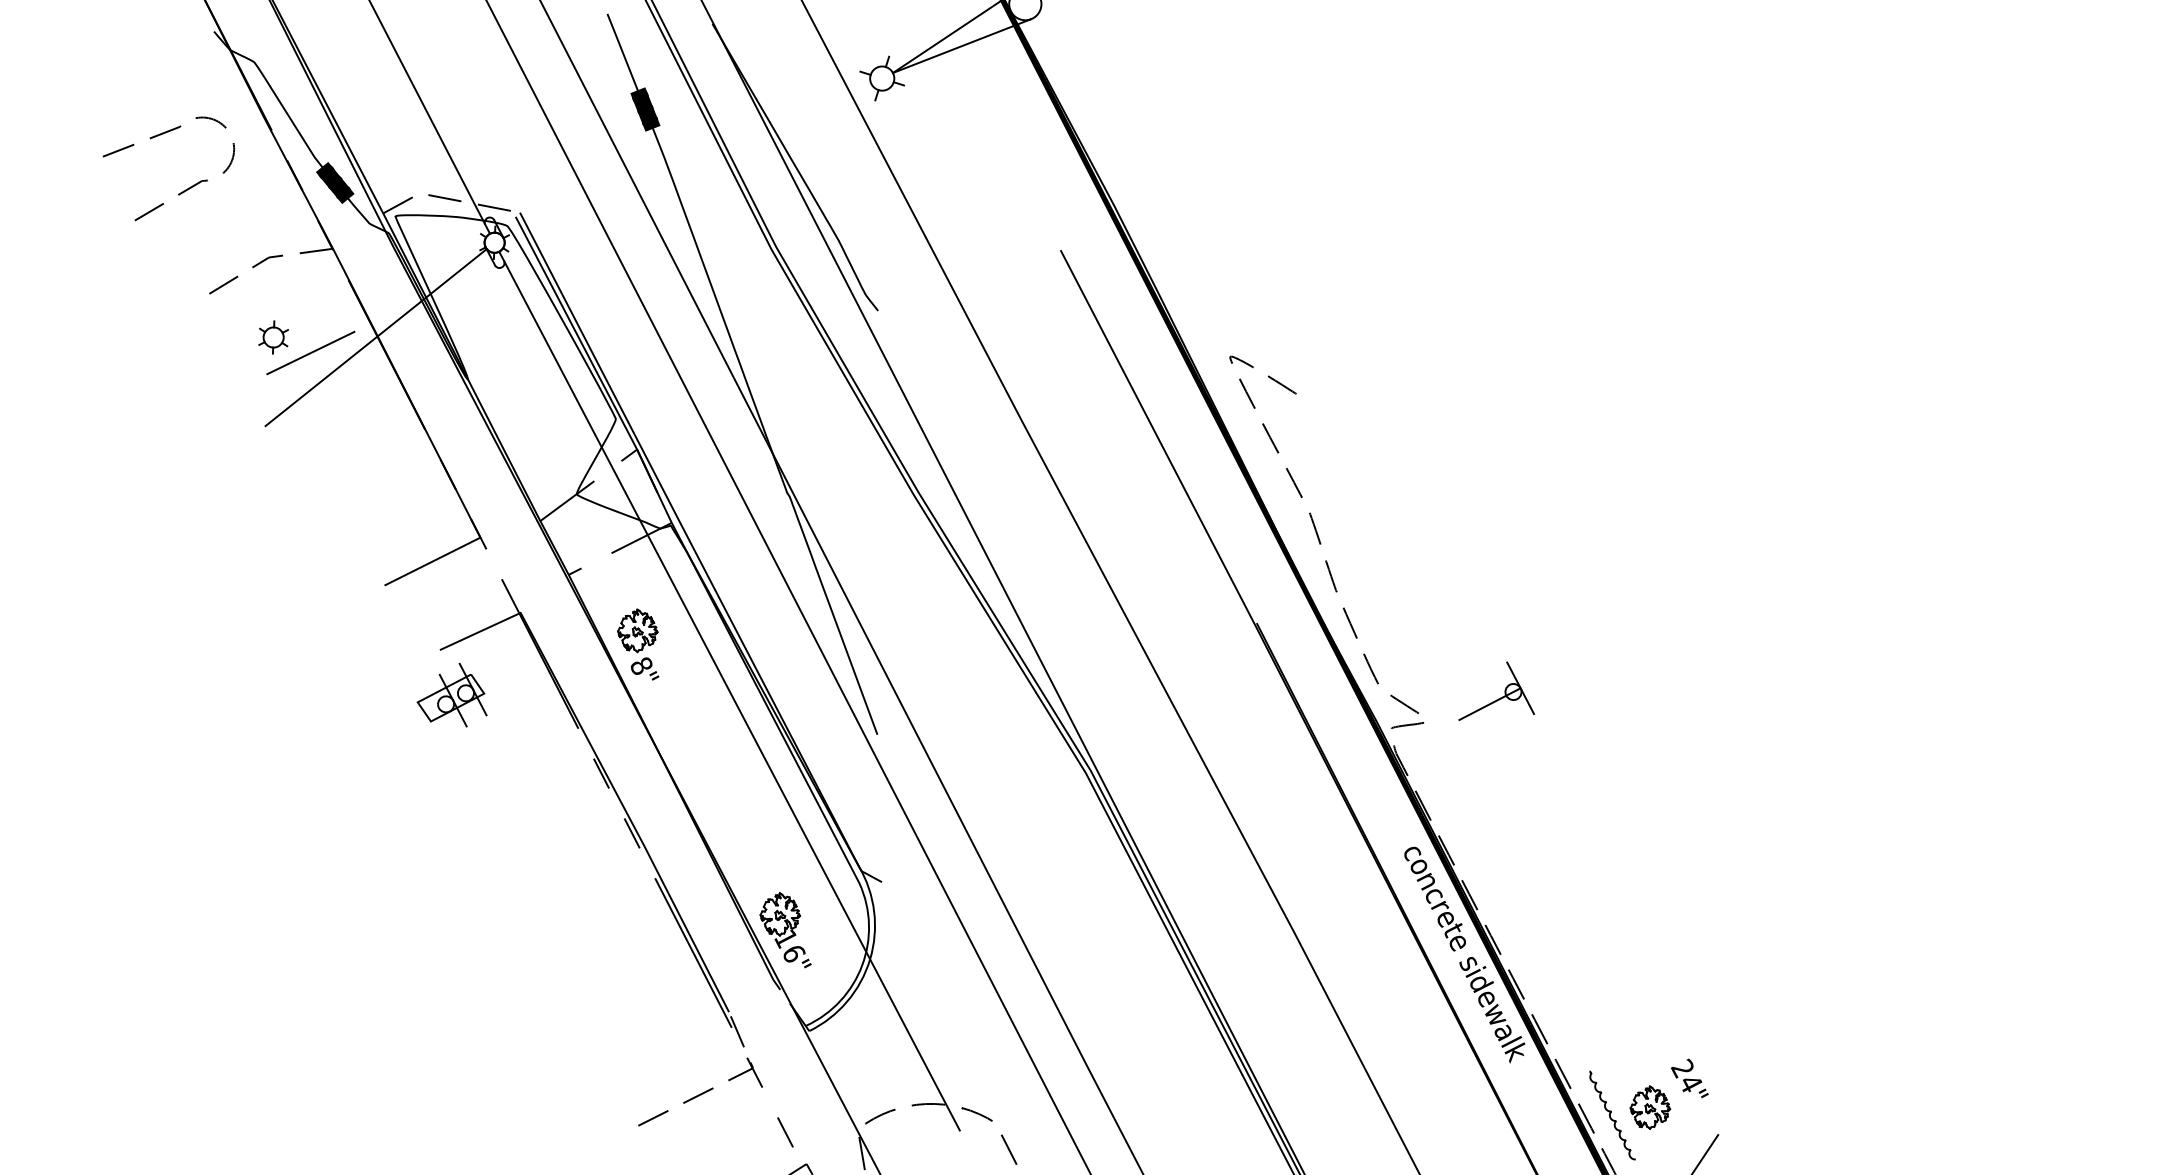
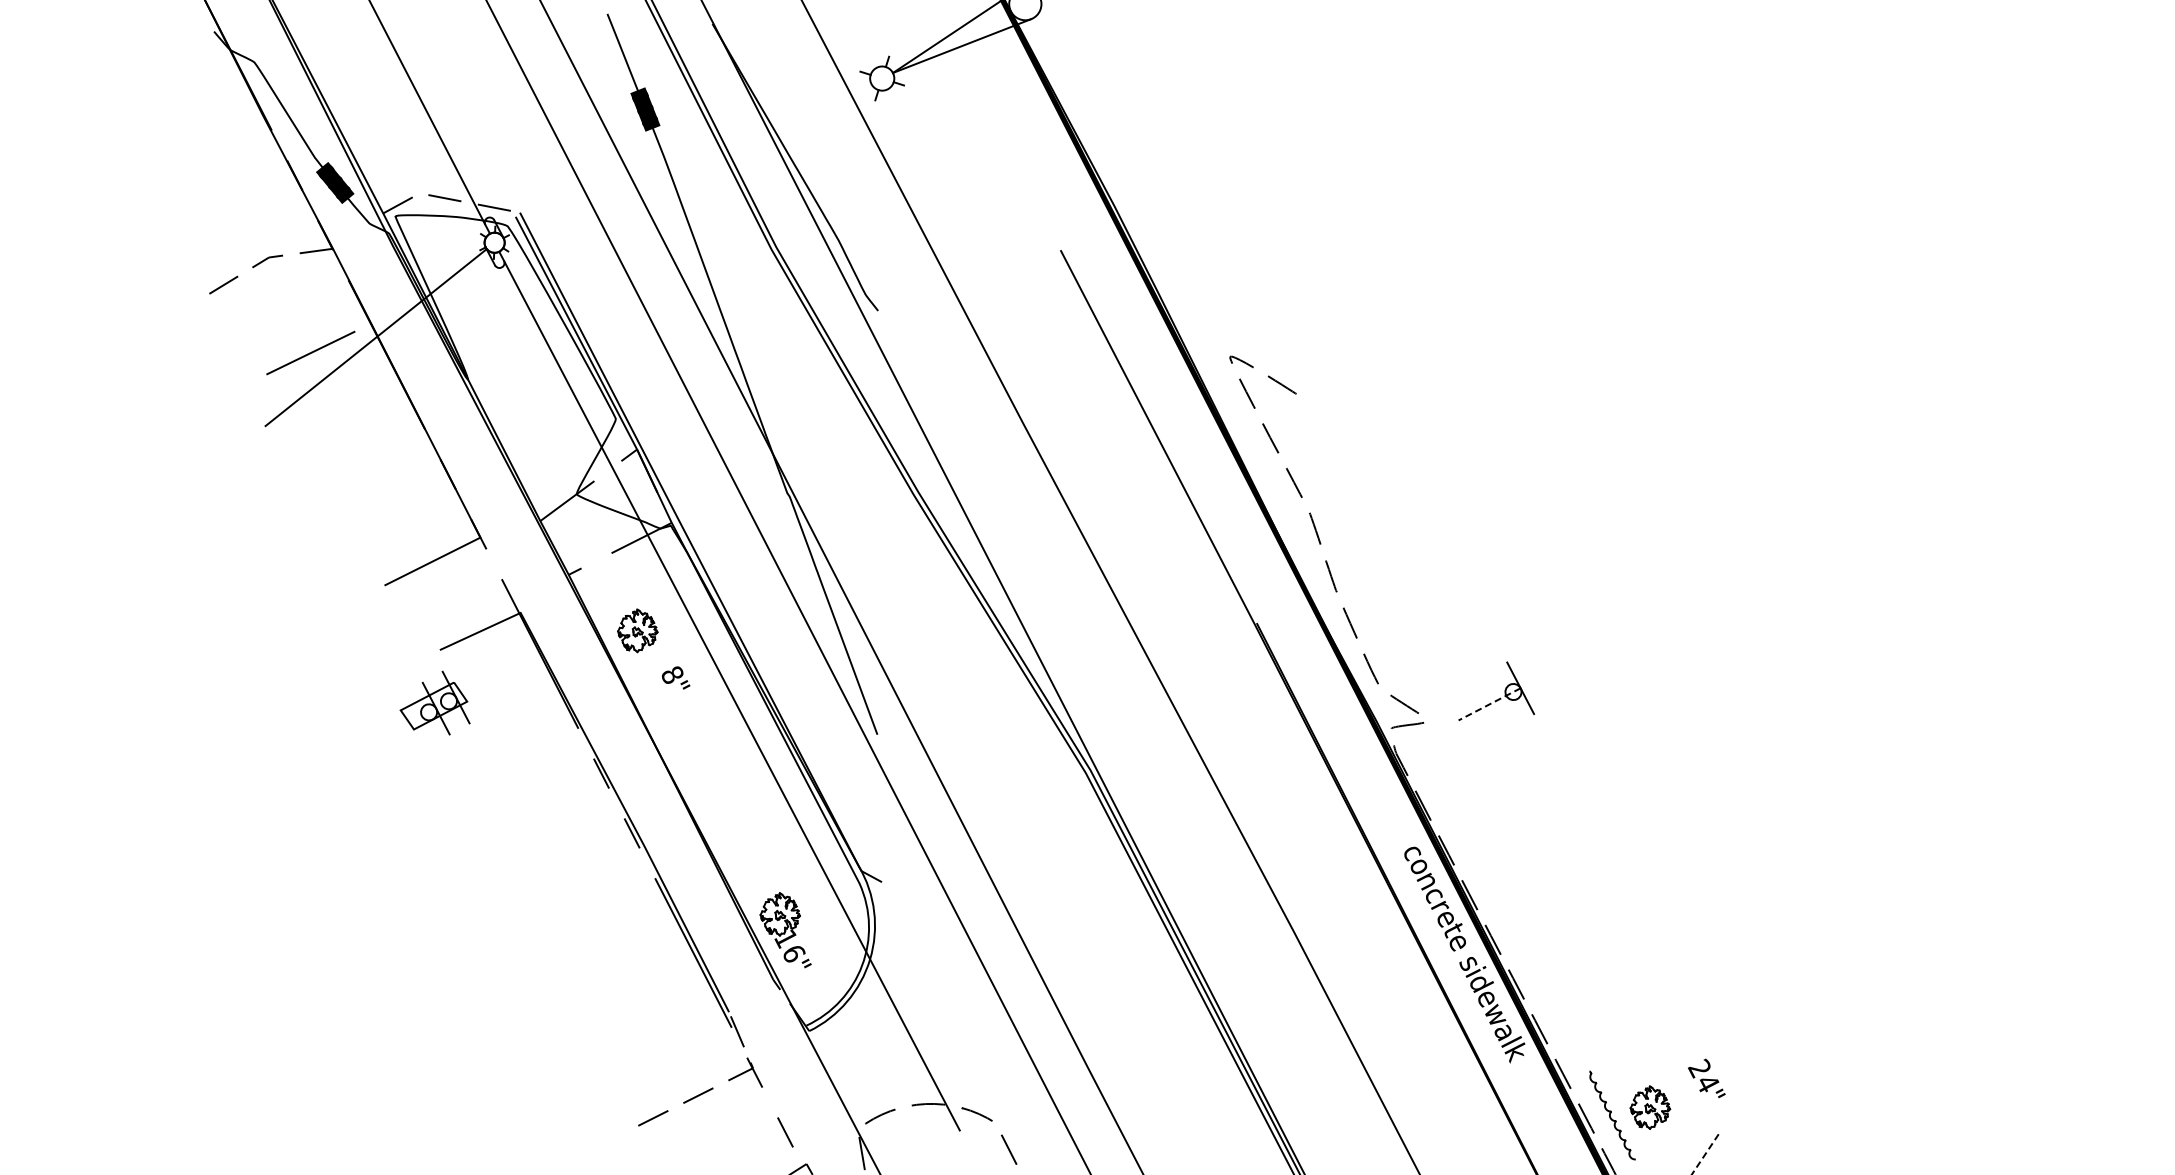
curve at (183, 190): present -> none
part at (273, 337): present -> none
text at (644, 668) position: (644, 668) -> (675, 677)
part at (451, 694) position: (451, 694) -> (434, 702)
line at (1489, 704): solid -> dashed
text at (1689, 1077) position: (1689, 1077) -> (1706, 1077)
line at (1705, 1154): solid -> dashed
